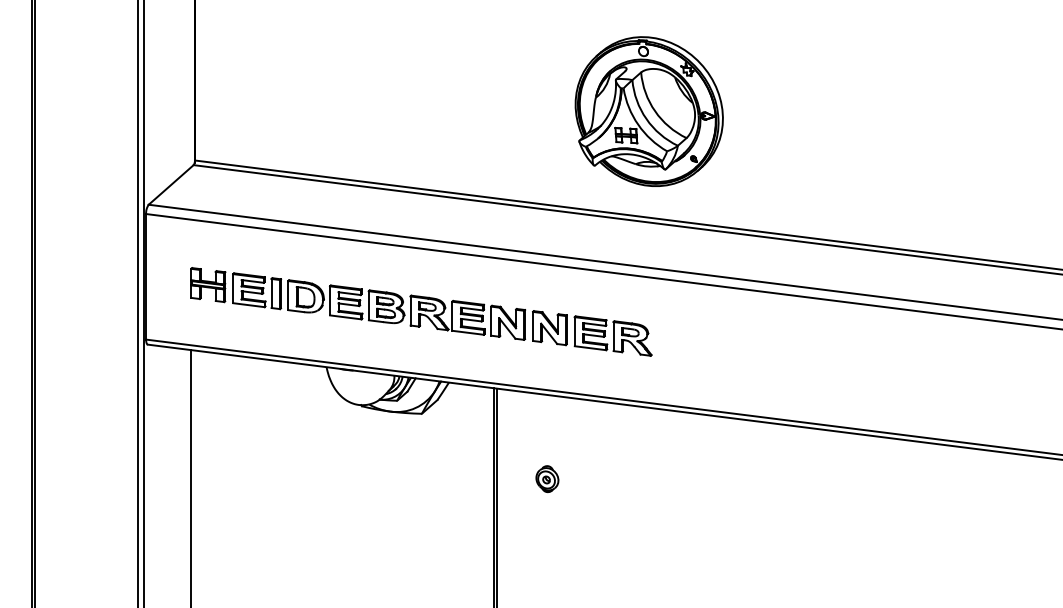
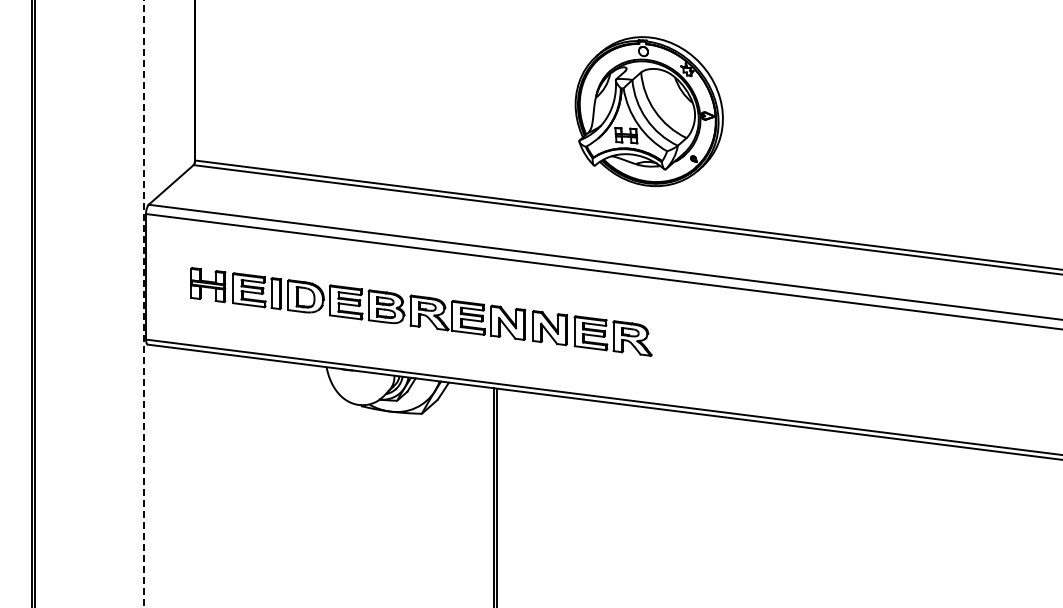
line at (137, 303): present -> none
line at (144, 303): solid -> dashed
line at (191, 477): present -> none
part at (547, 479): present -> none
